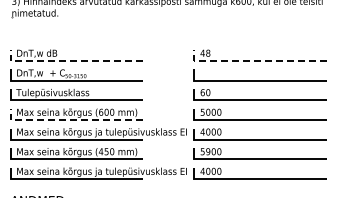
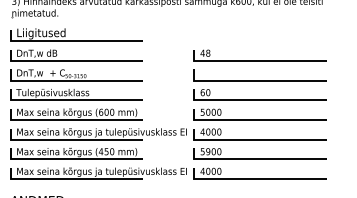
part at (76, 34): none -> present
line at (70, 61): dashed -> solid
line at (254, 61): dashed -> solid
line at (70, 120): dashed -> solid
